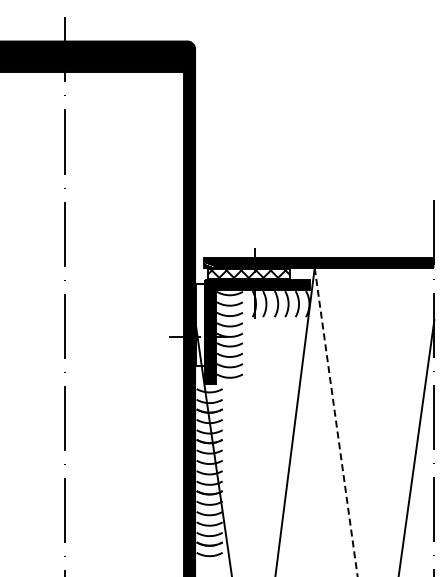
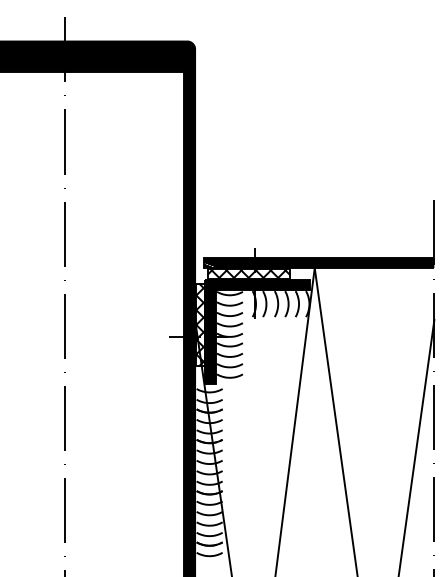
hatch at (200, 324): none -> present
line at (336, 422): dashed -> solid
